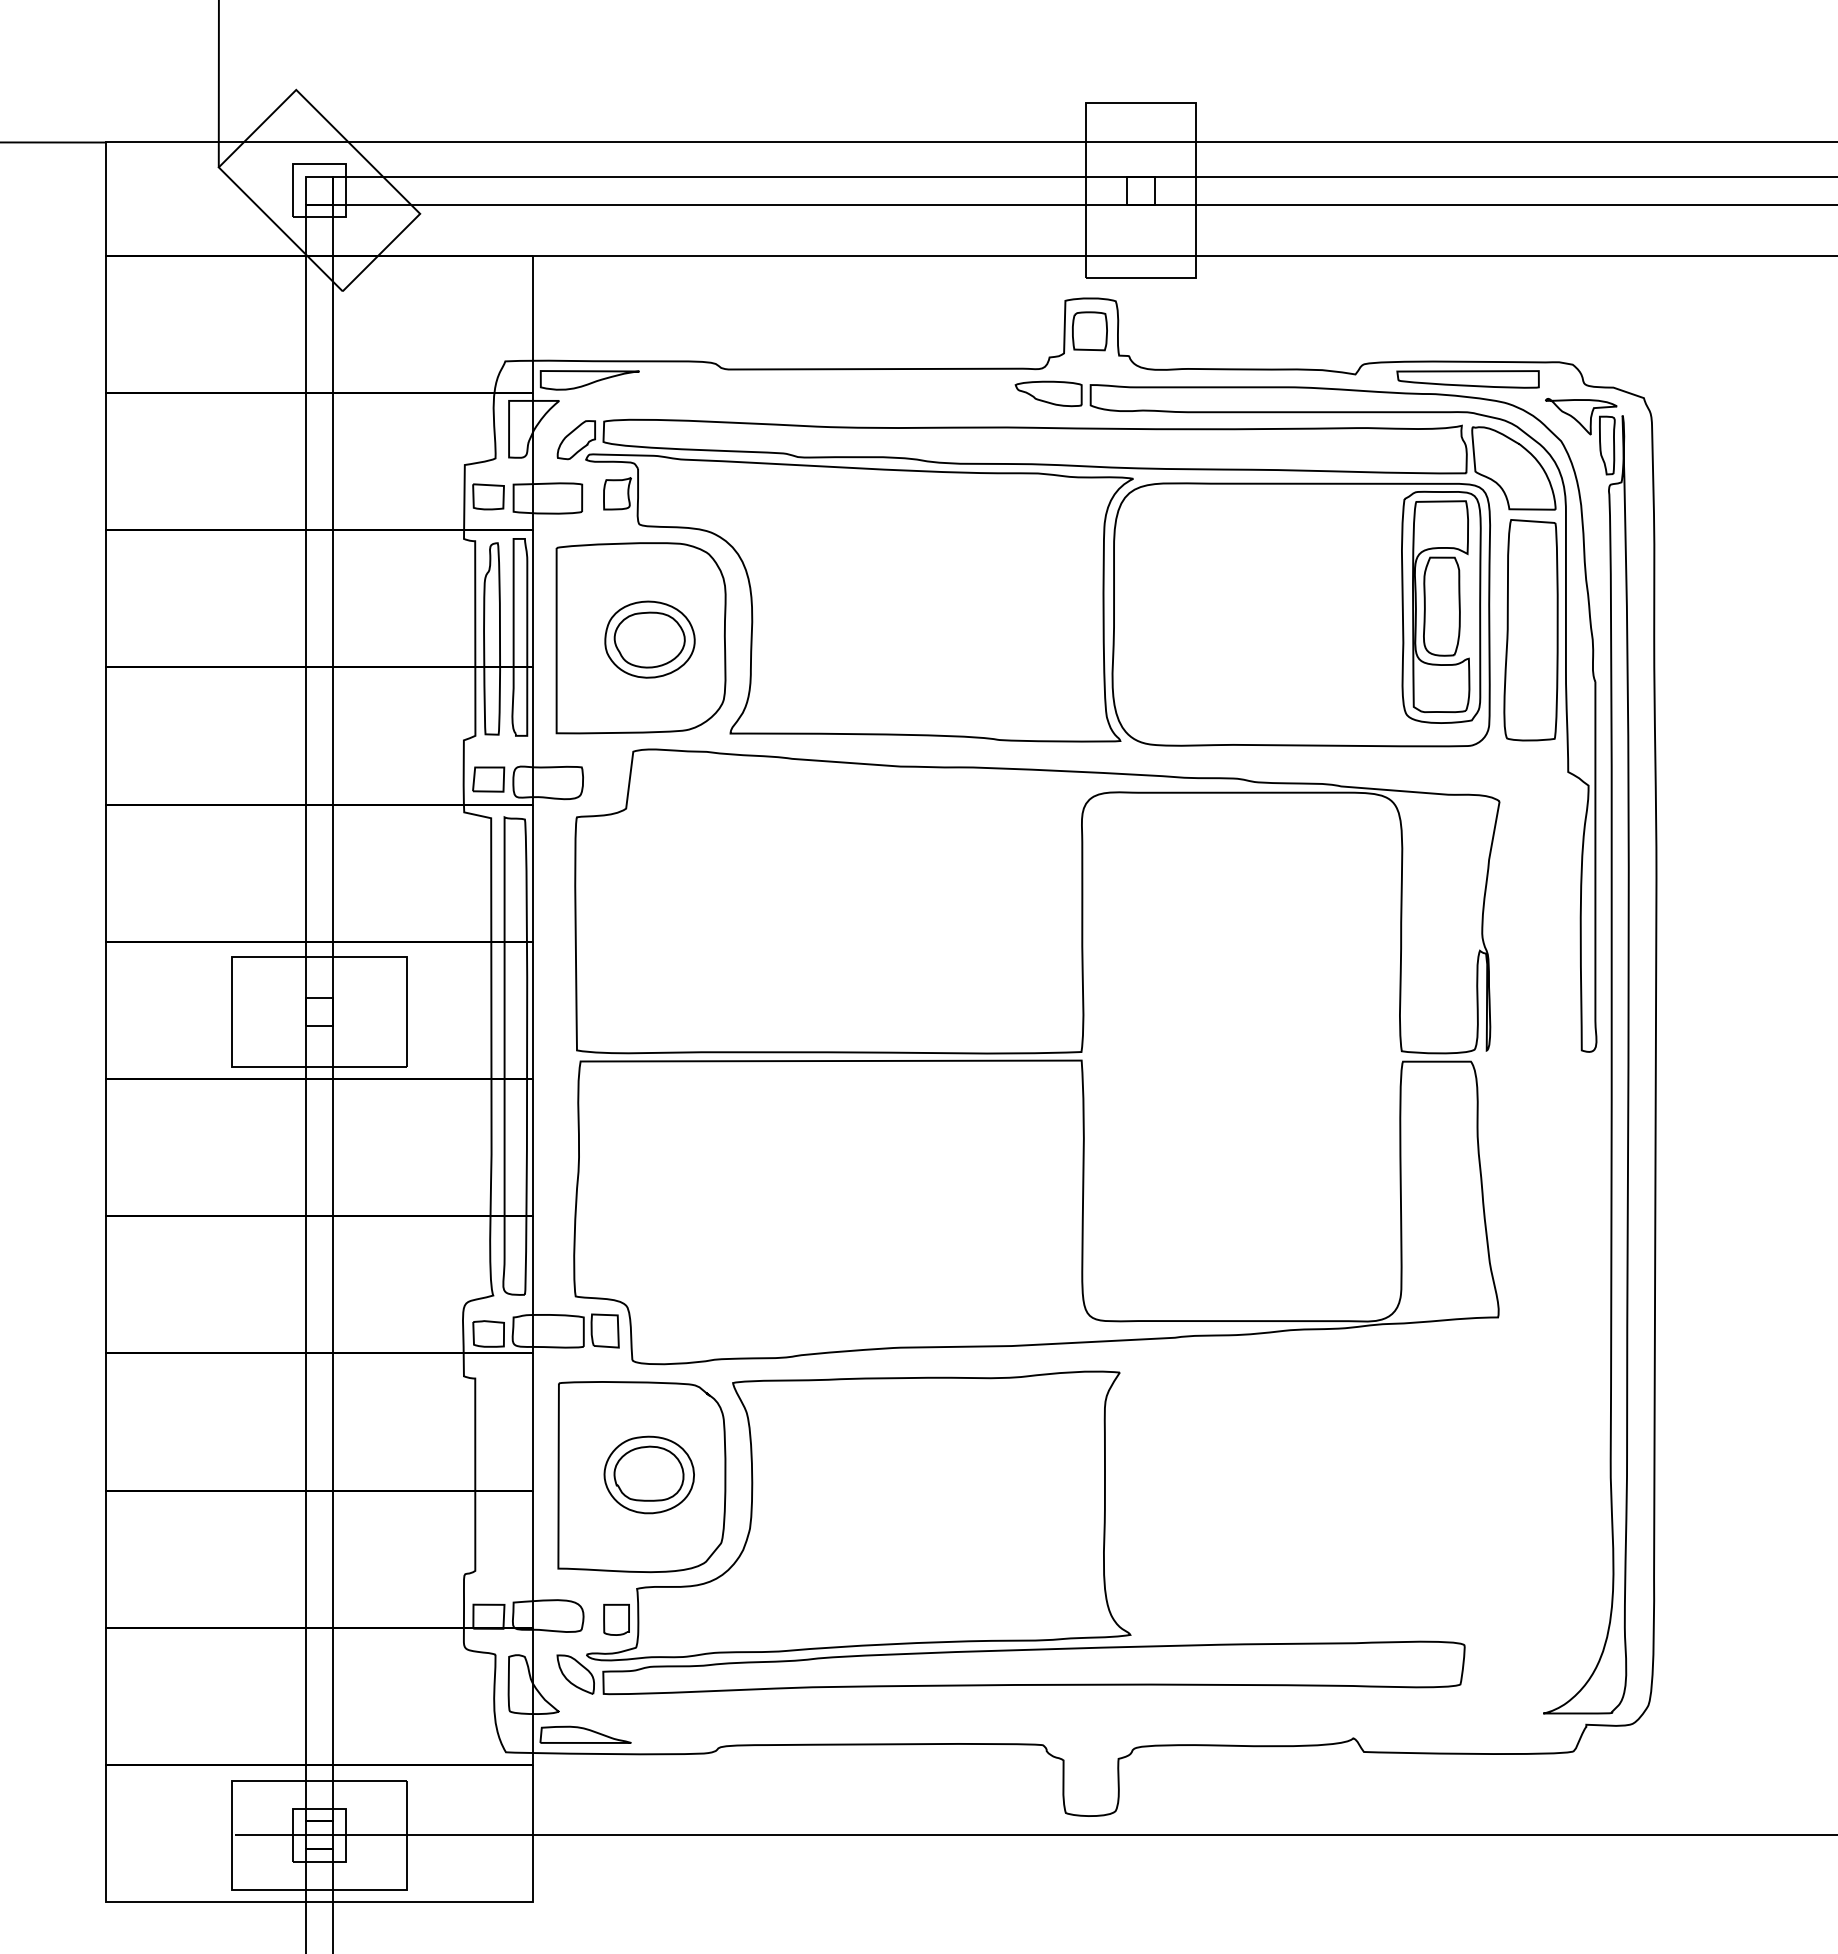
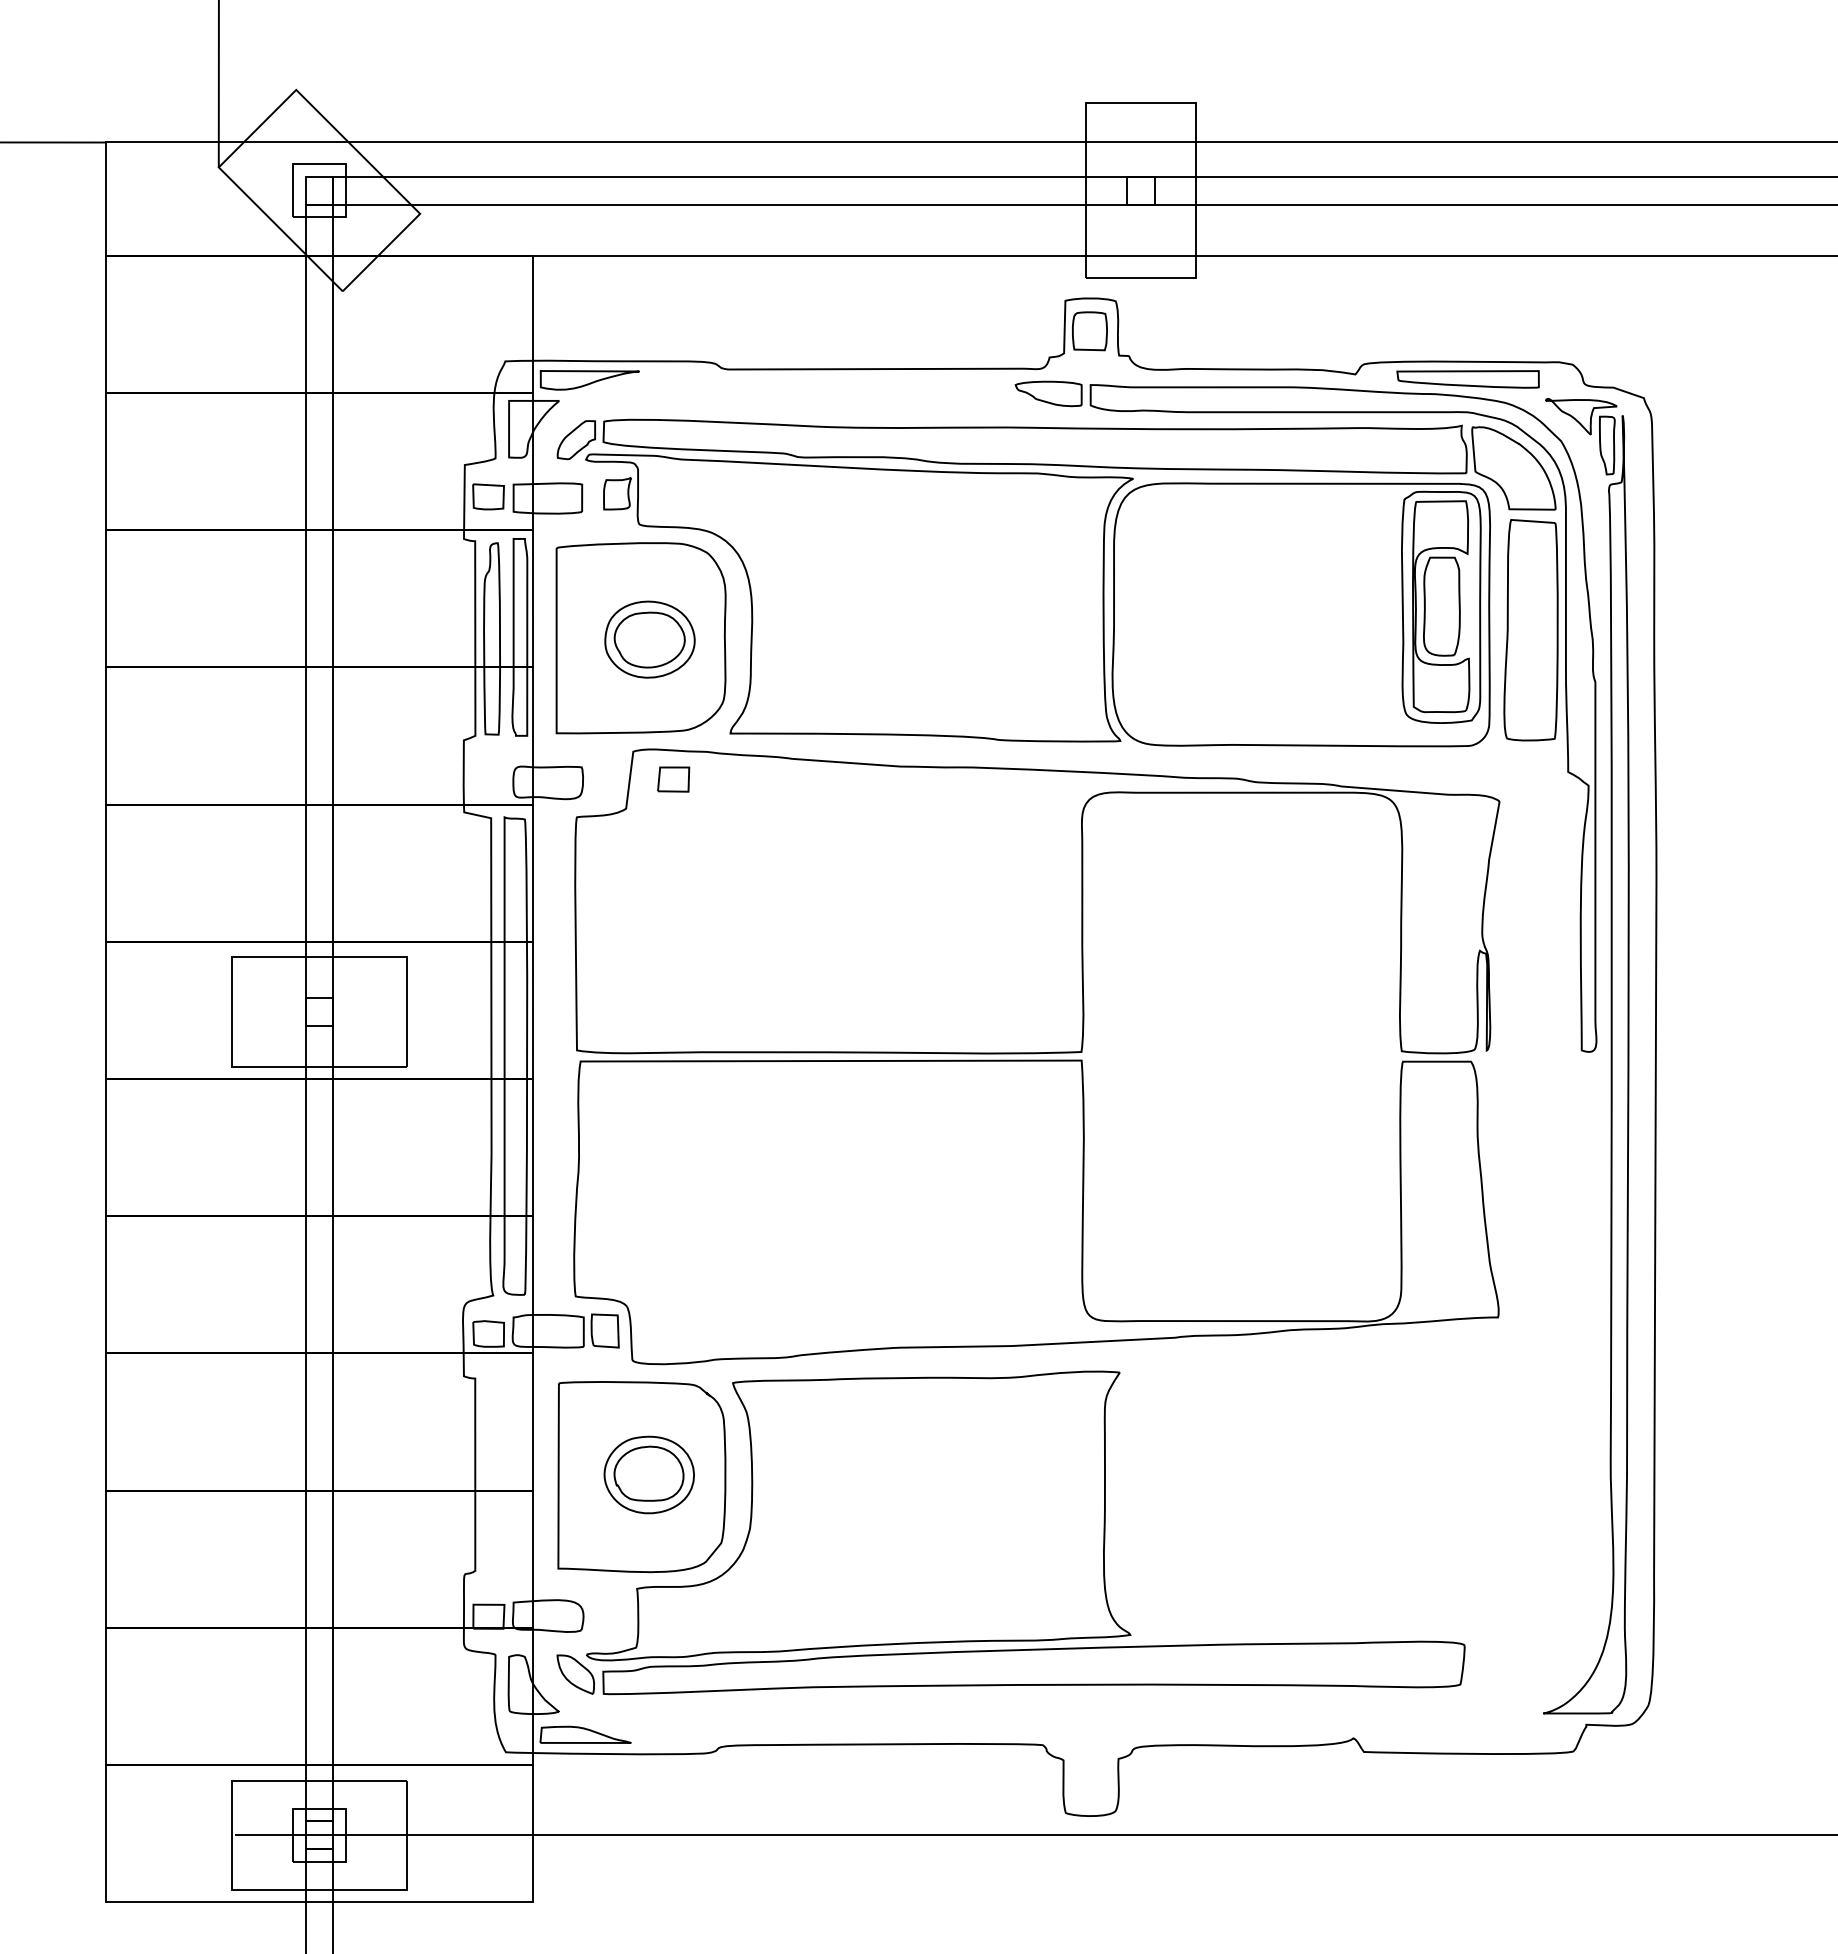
part at (488, 779) position: (488, 779) -> (673, 779)
part at (616, 1619): present -> none
